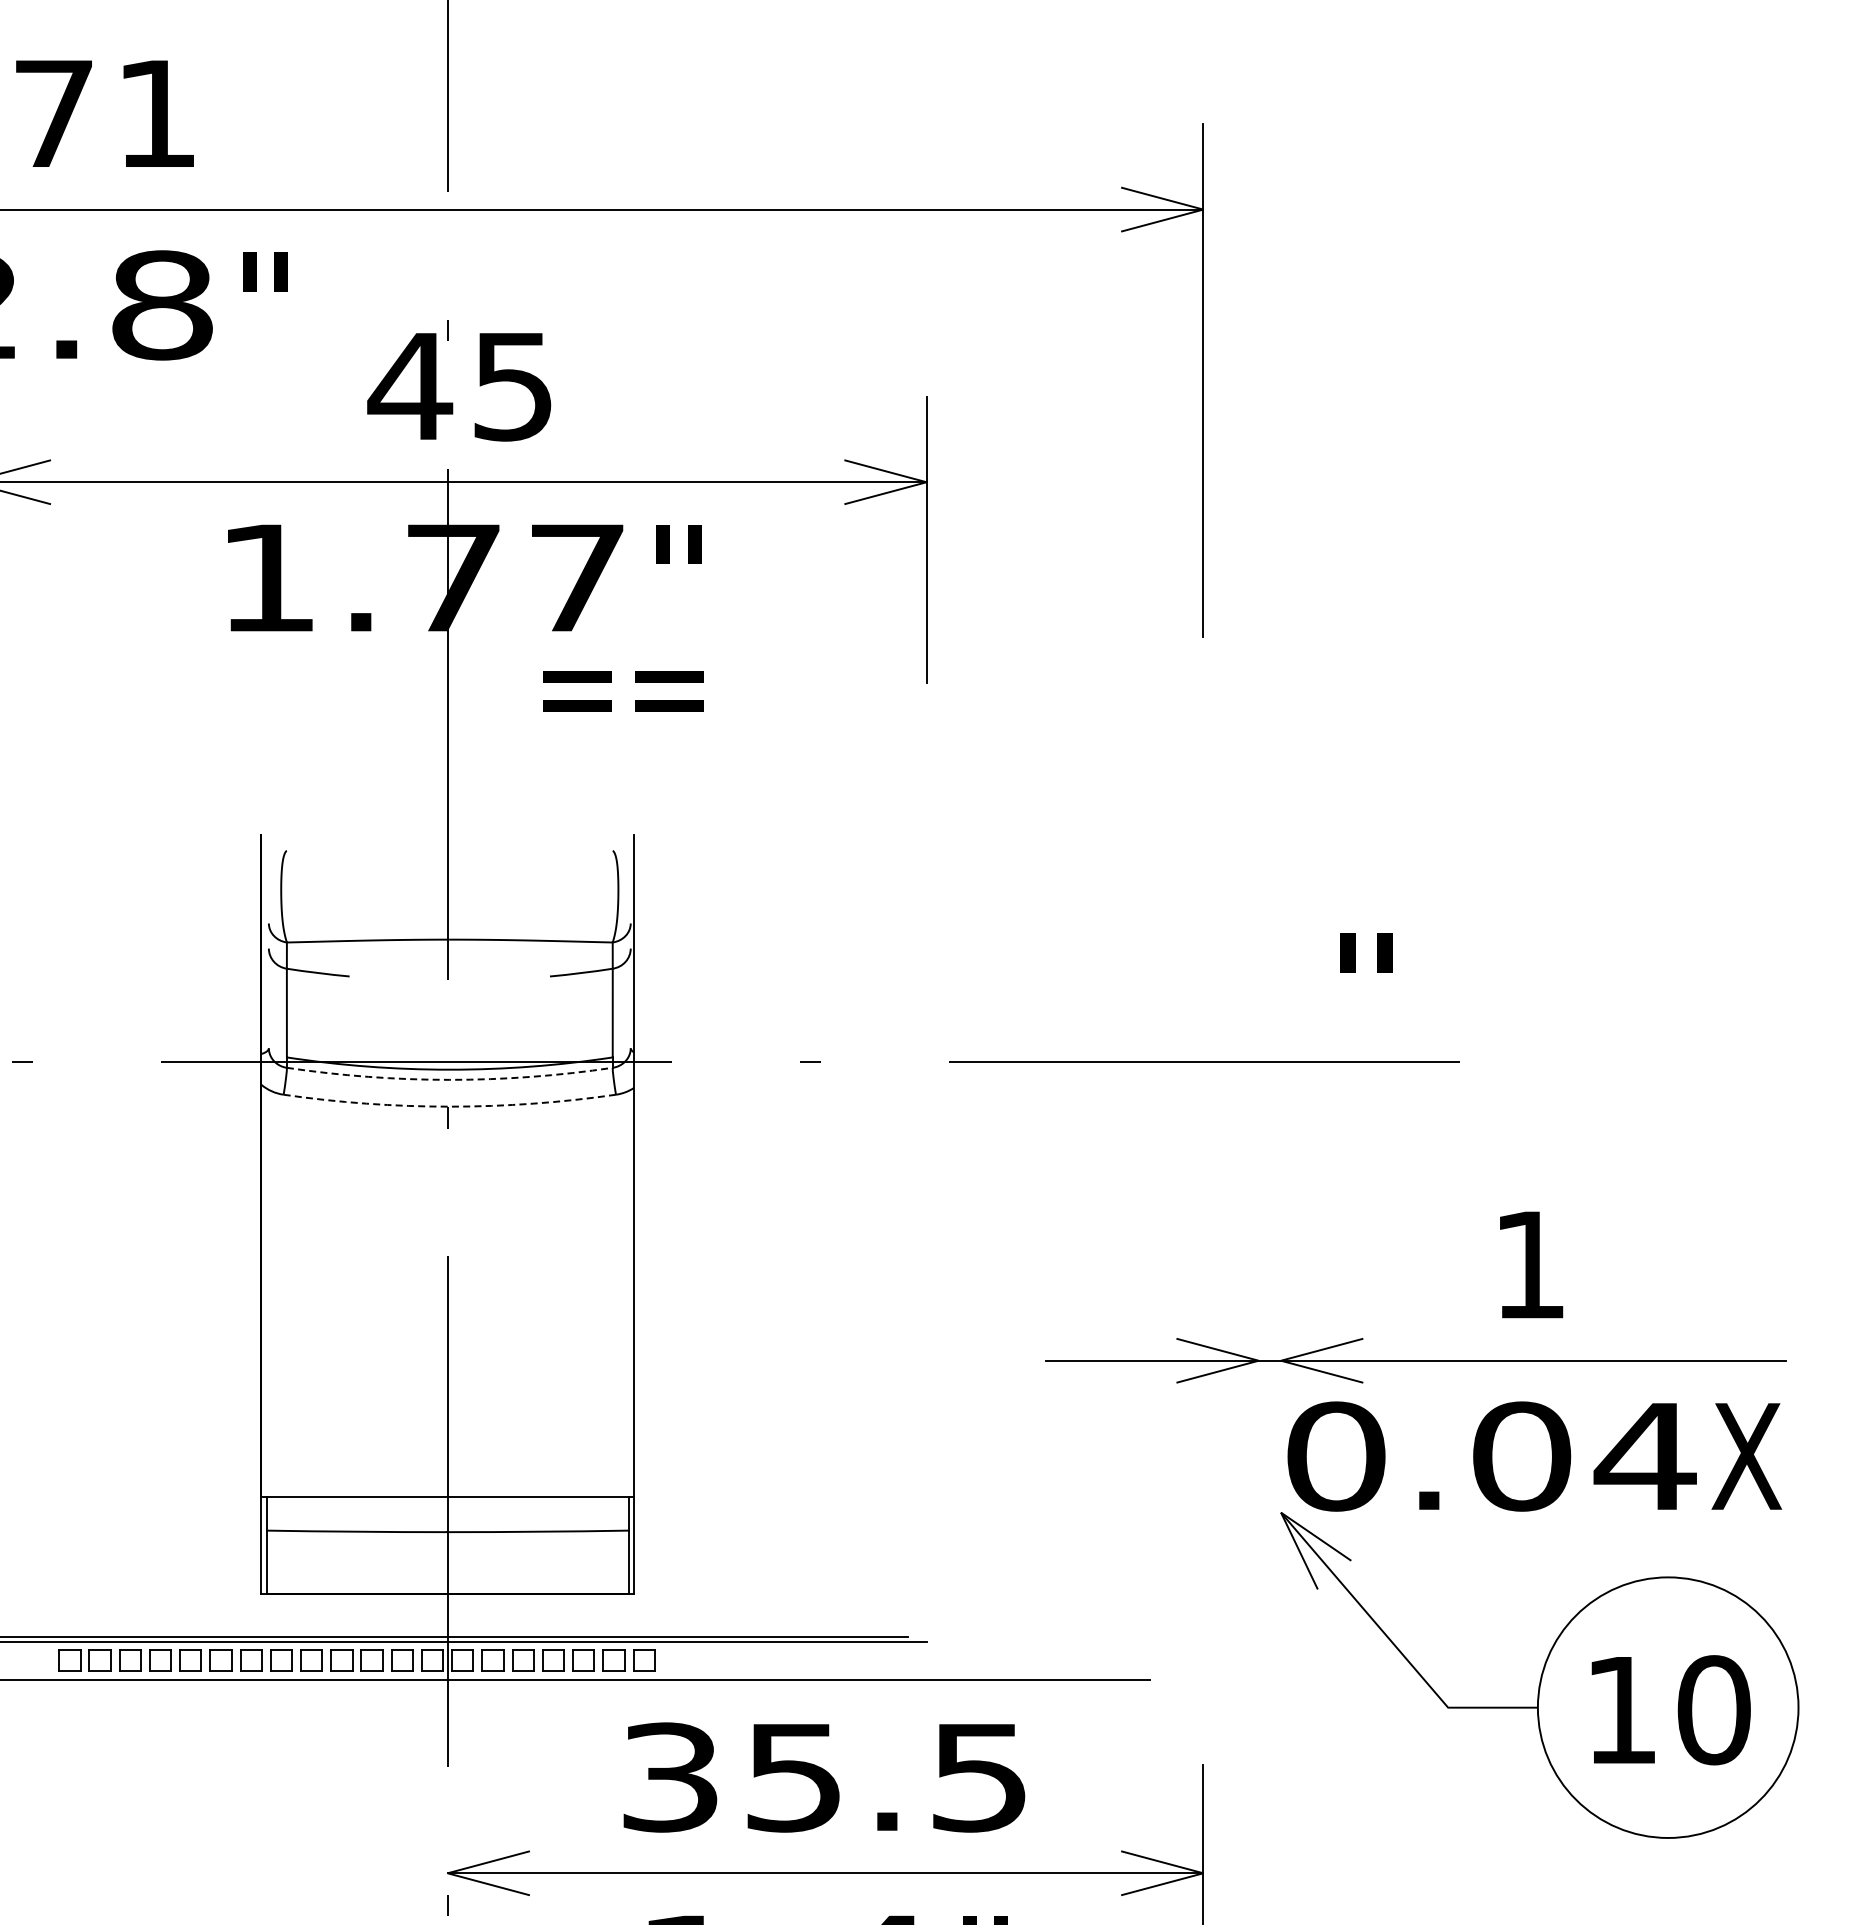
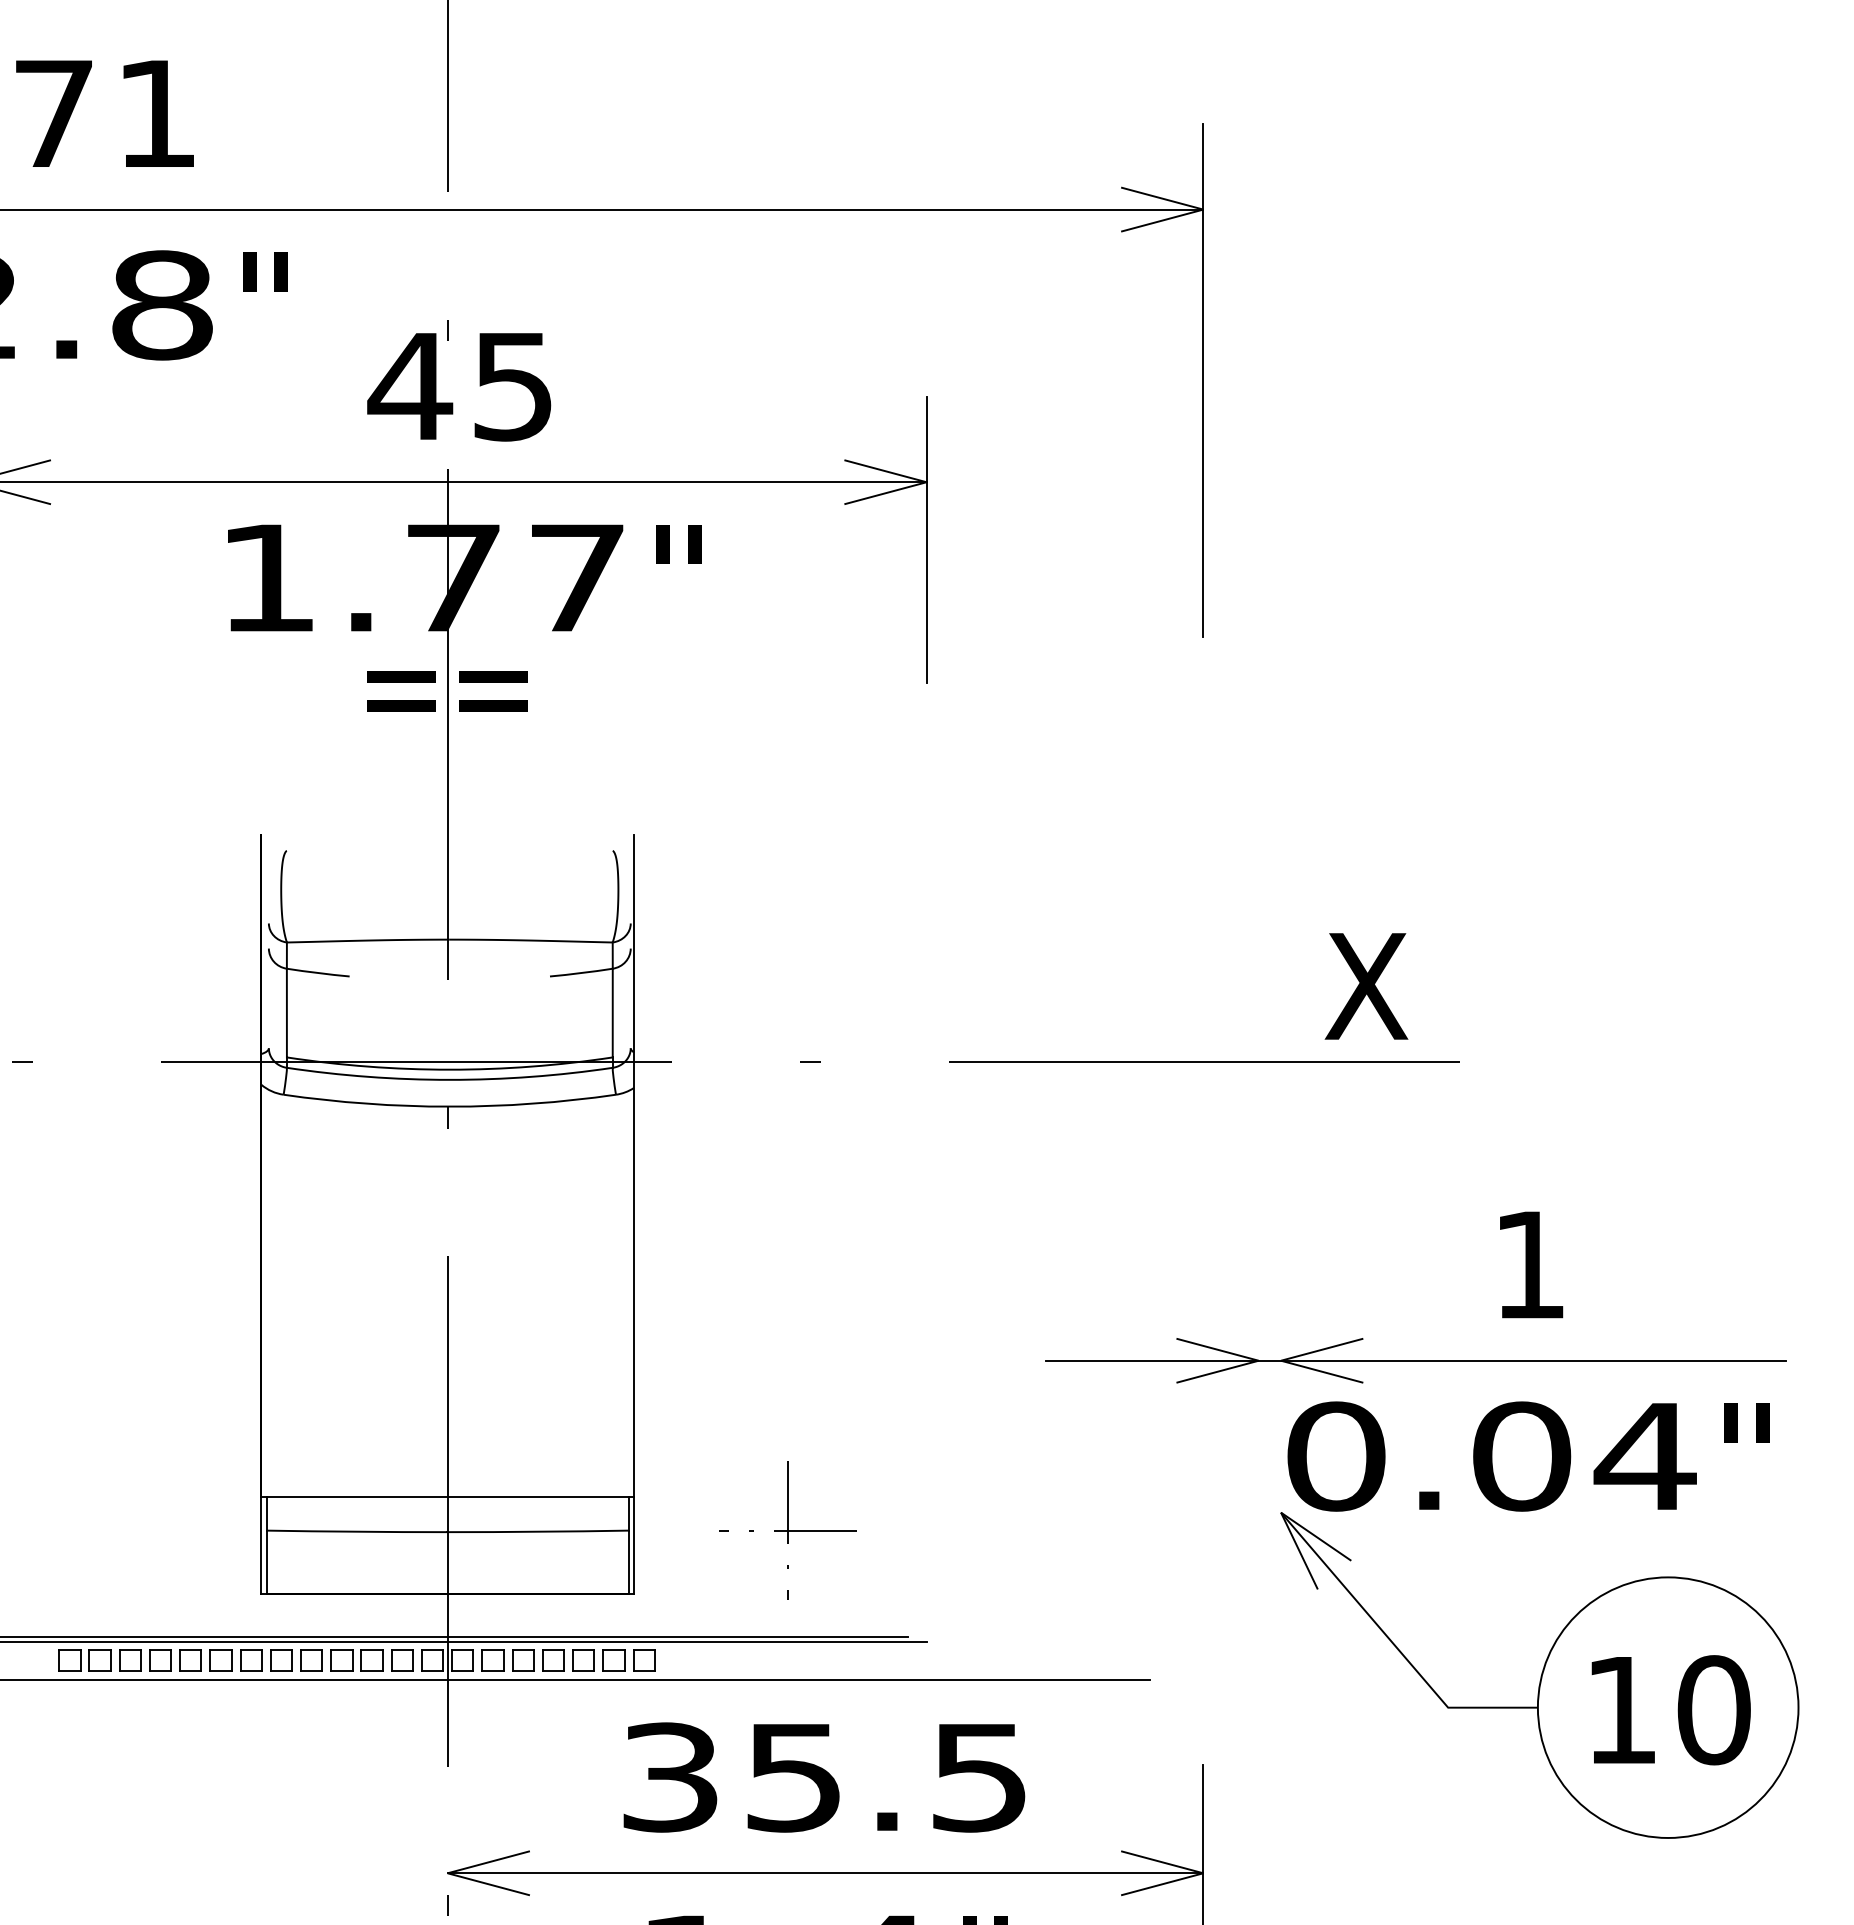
text at (623, 691) position: (623, 691) -> (447, 691)
text at (1366, 986): " -> X
arc at (449, 1079): dashed -> solid
arc at (449, 1106): dashed -> solid
text at (1746, 1456): X -> "
part at (787, 1530): none -> present
